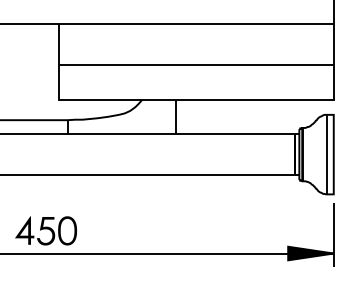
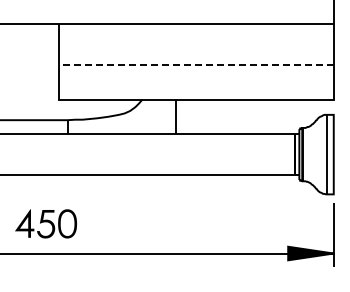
line at (195, 65): solid -> dashed
part at (45, 230) position: (45, 230) -> (45, 223)
